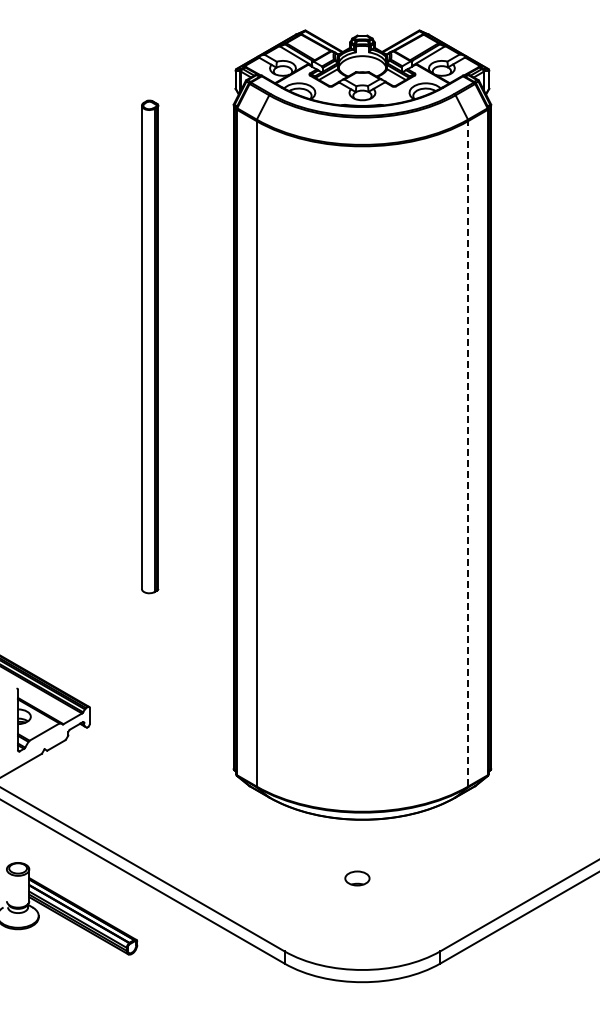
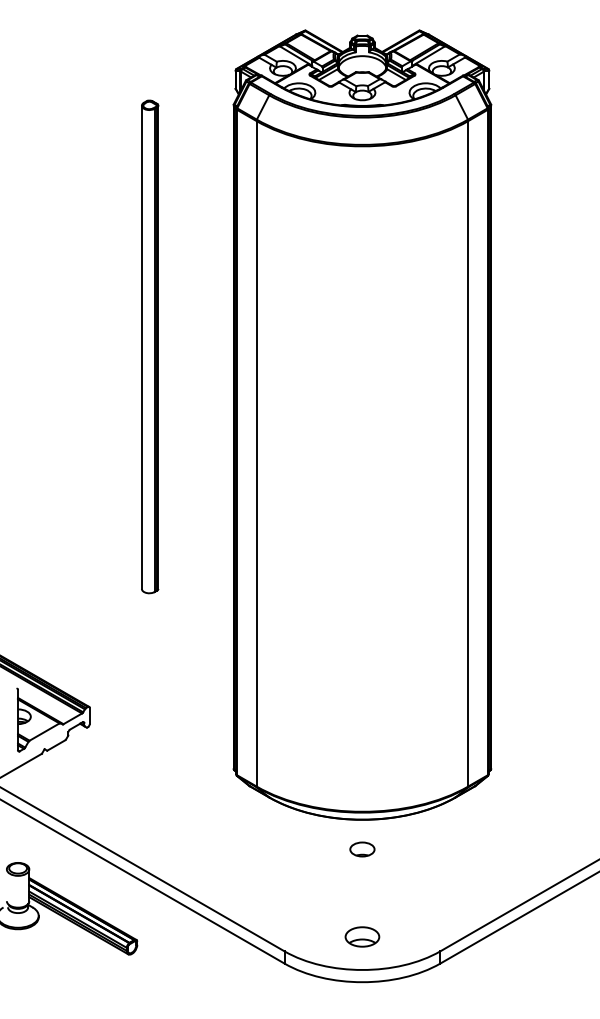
line at (468, 453): dashed -> solid
part at (357, 878) position: (357, 878) -> (362, 849)
part at (362, 936): none -> present
